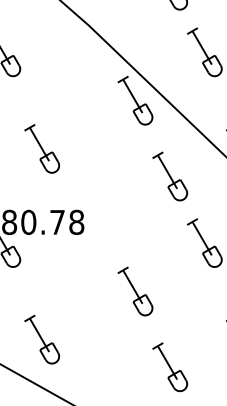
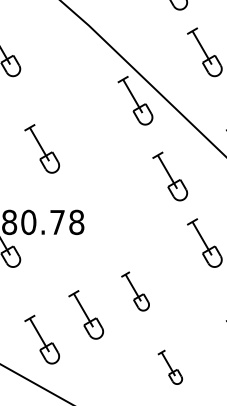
part at (135, 291) size: 37x51 px -> 29x41 px
part at (85, 314): none -> present
part at (170, 367) size: 37x51 px -> 27x36 px
